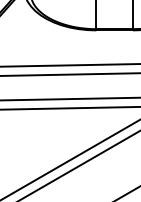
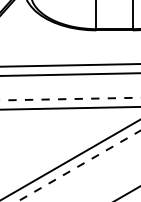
line at (70, 99): solid -> dashed
line at (78, 166): solid -> dashed
